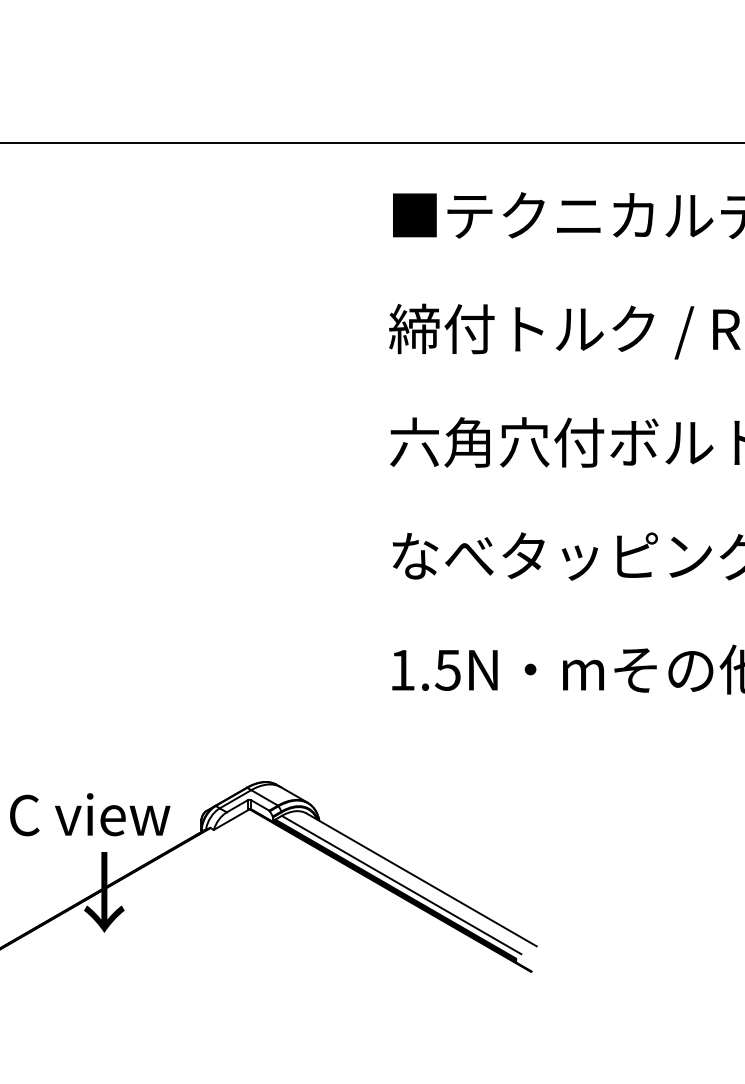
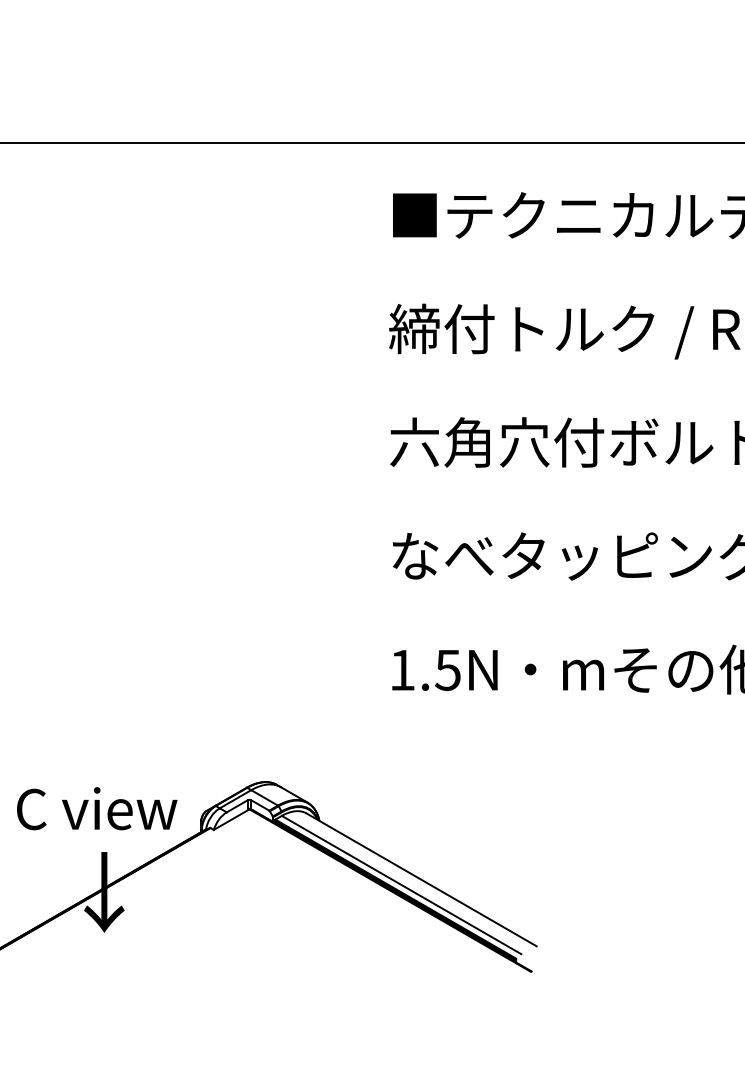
text at (90, 814) position: (90, 814) -> (97, 808)
